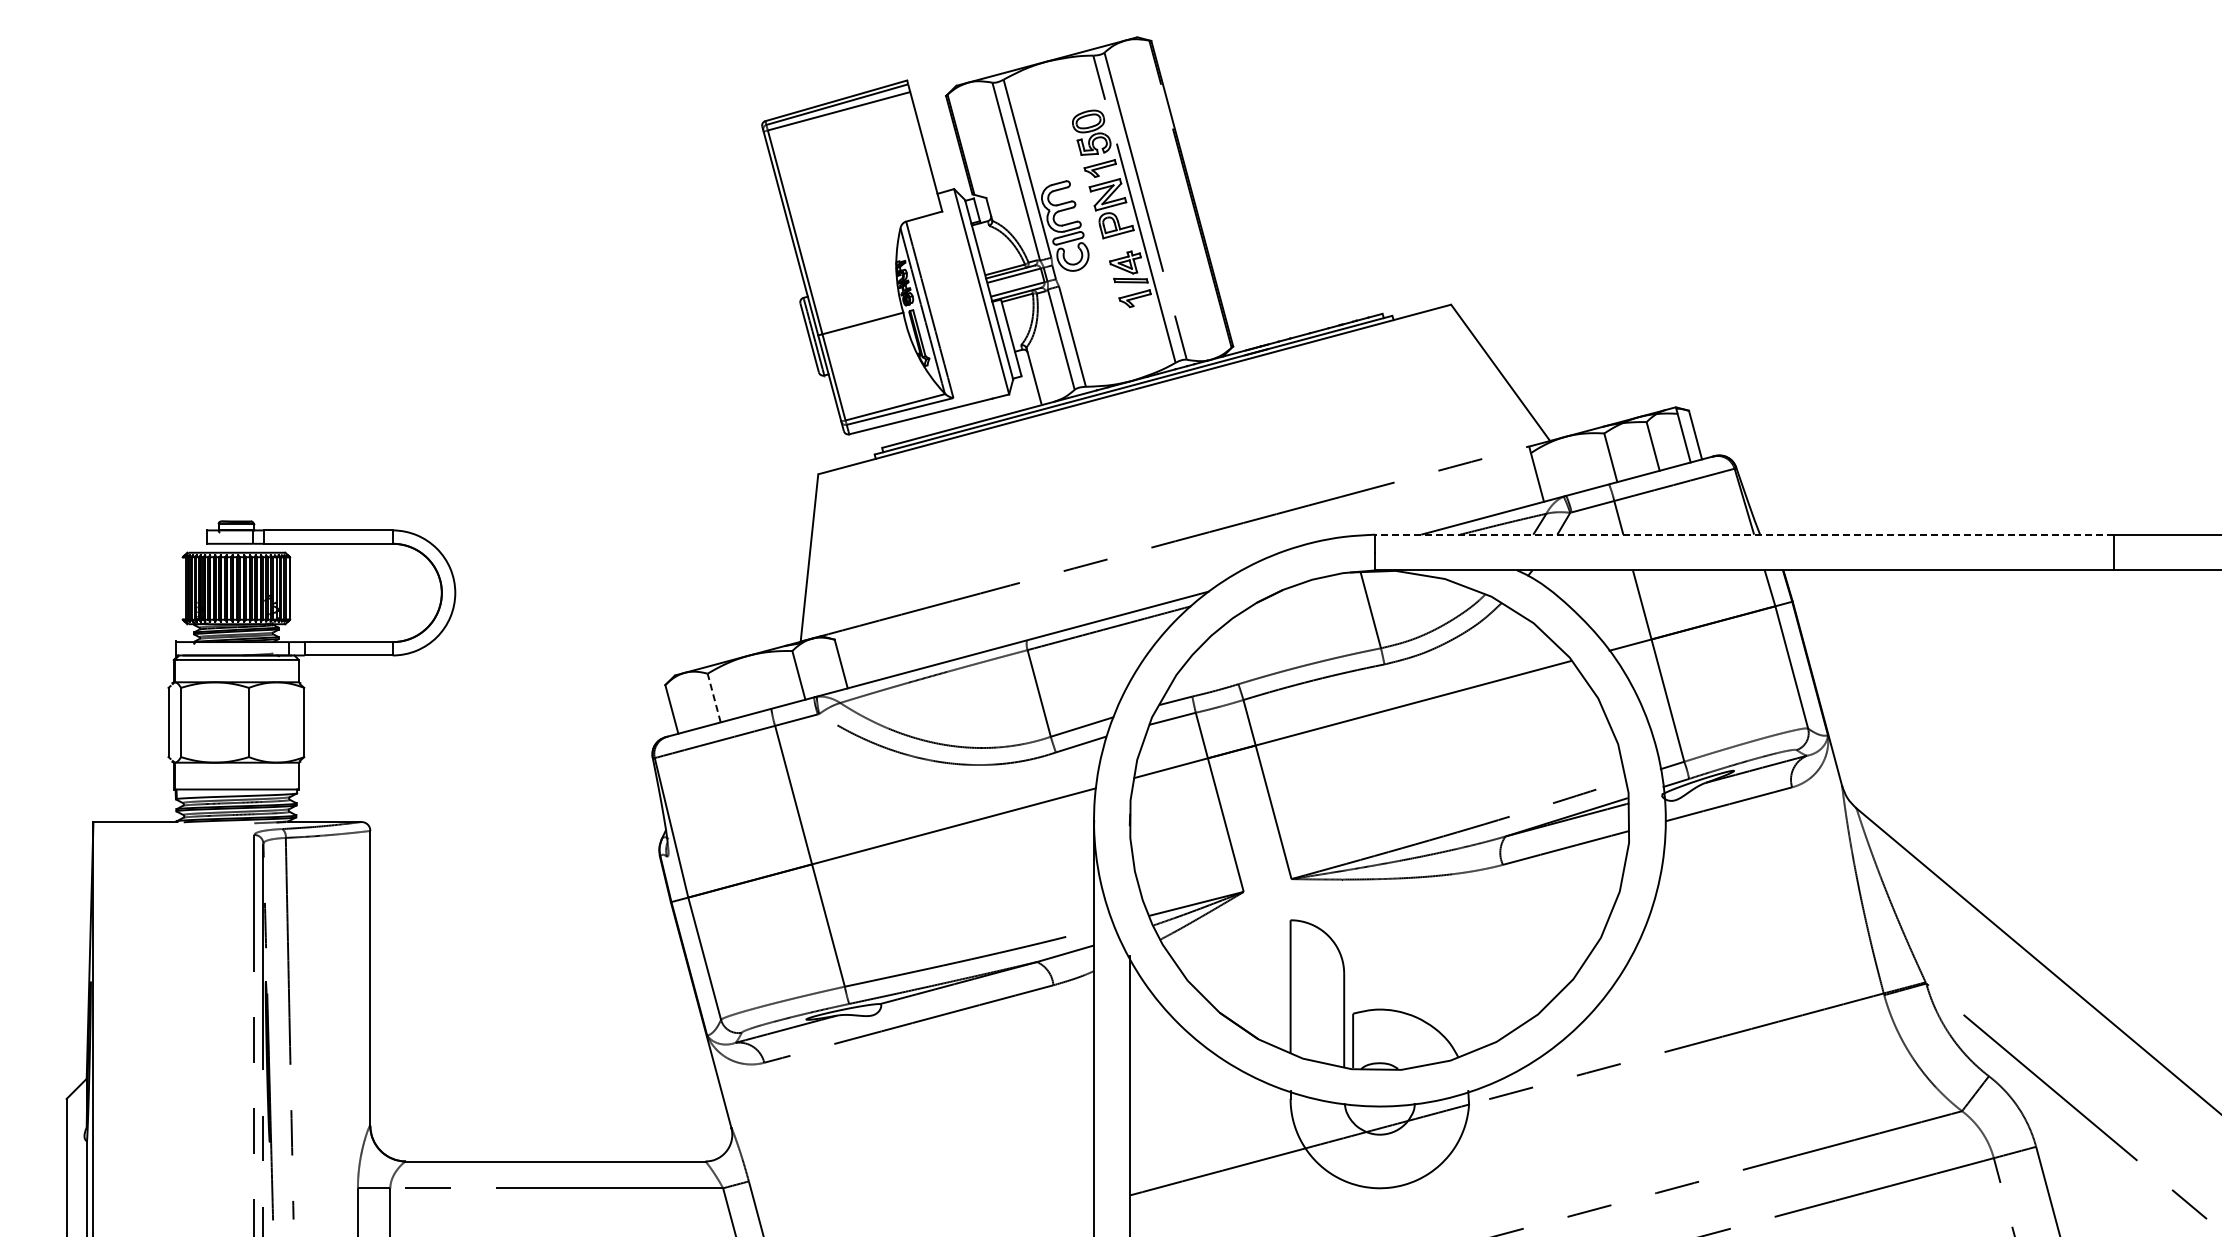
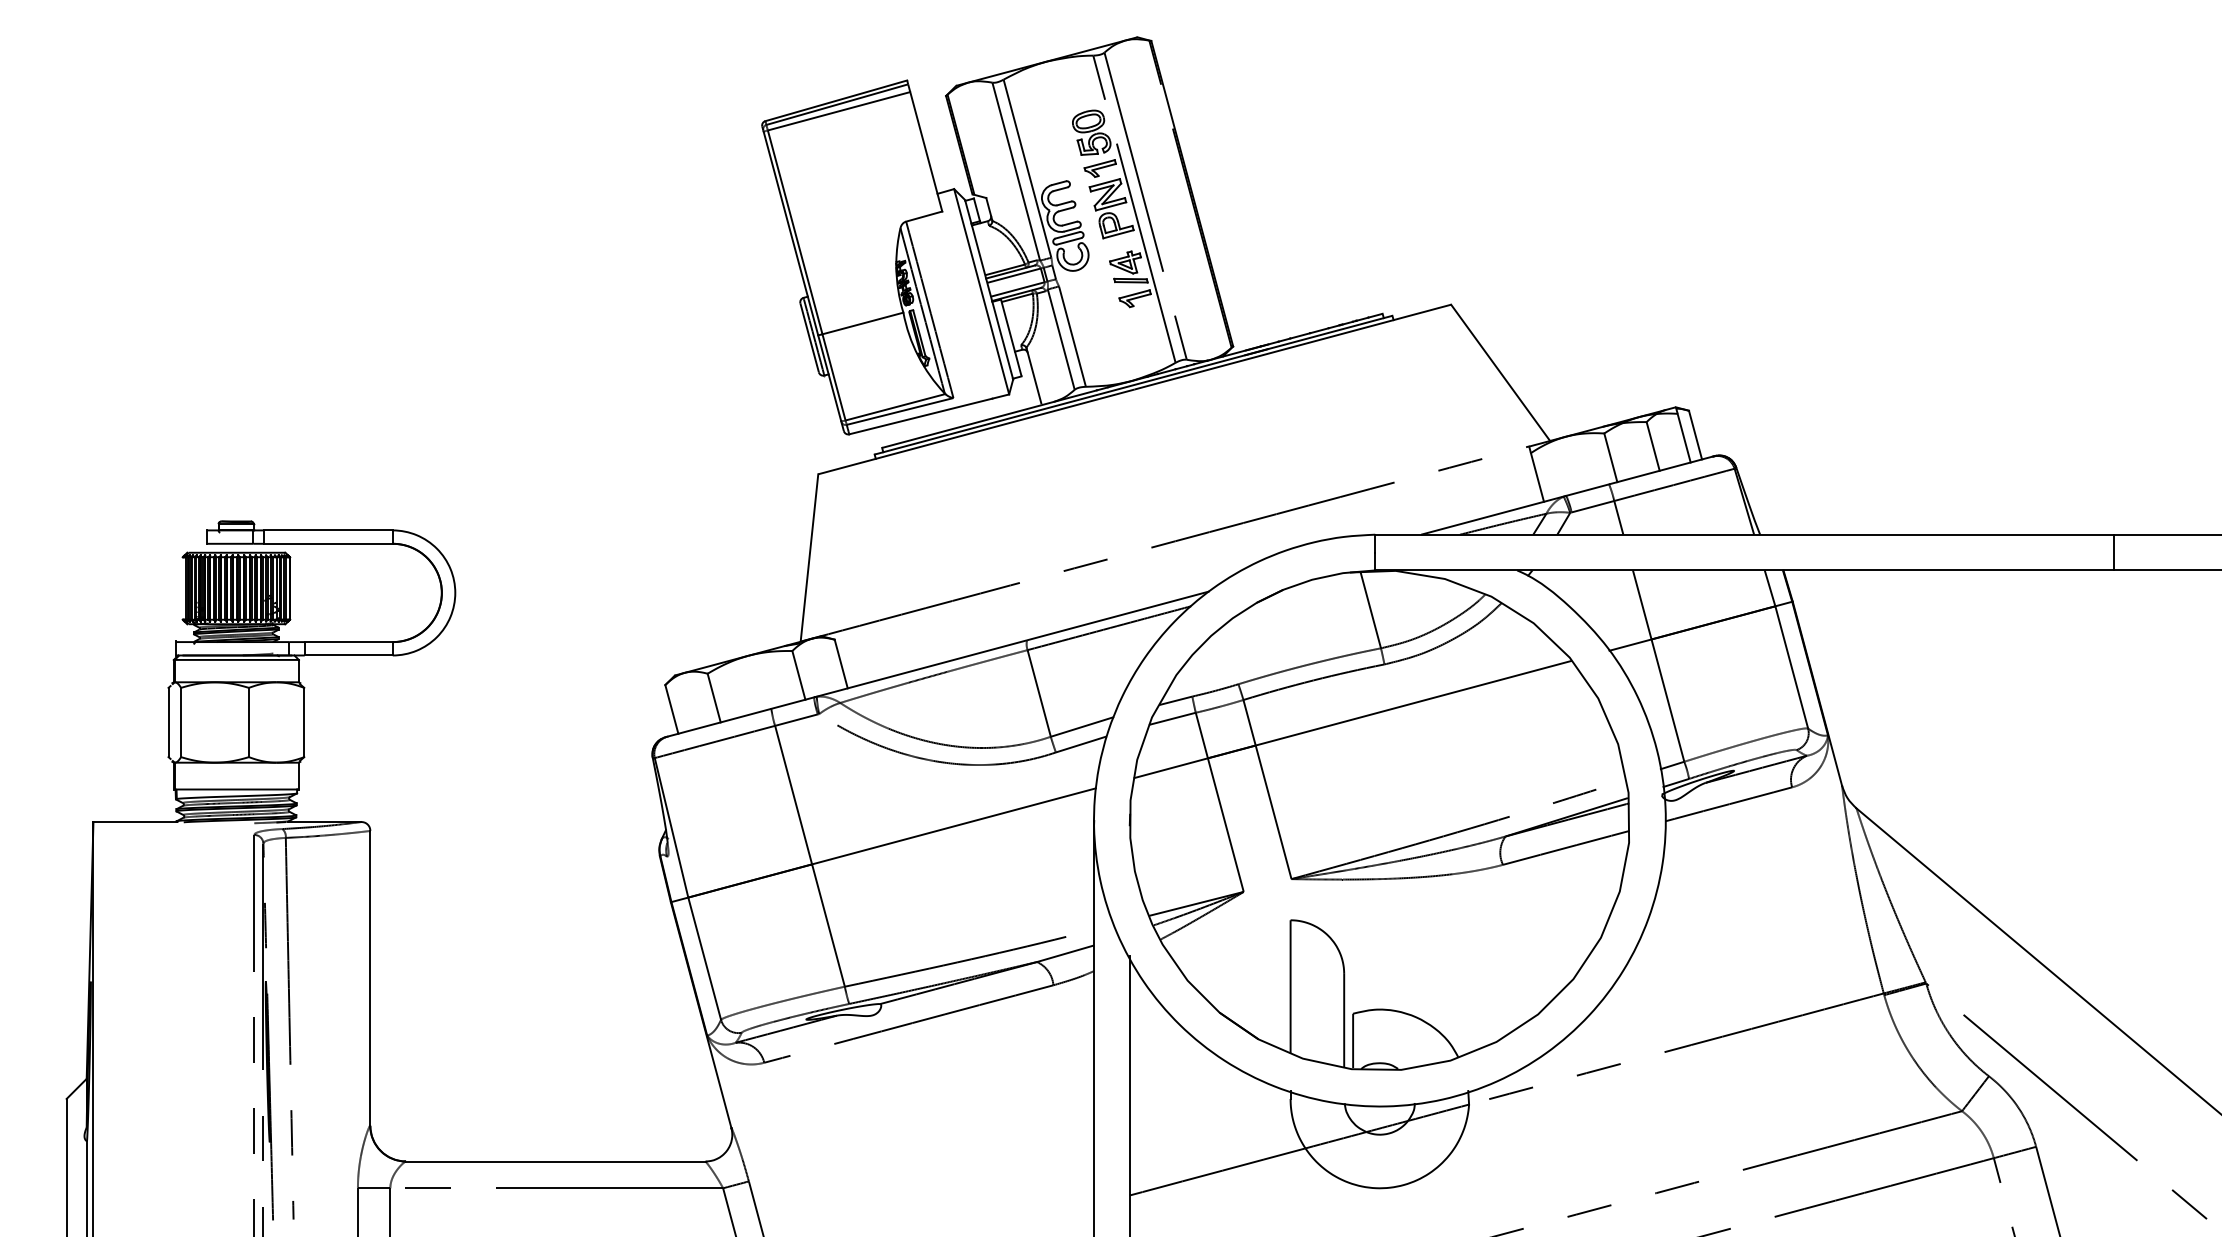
line at (1744, 534): dashed -> solid
line at (714, 697): dashed -> solid
